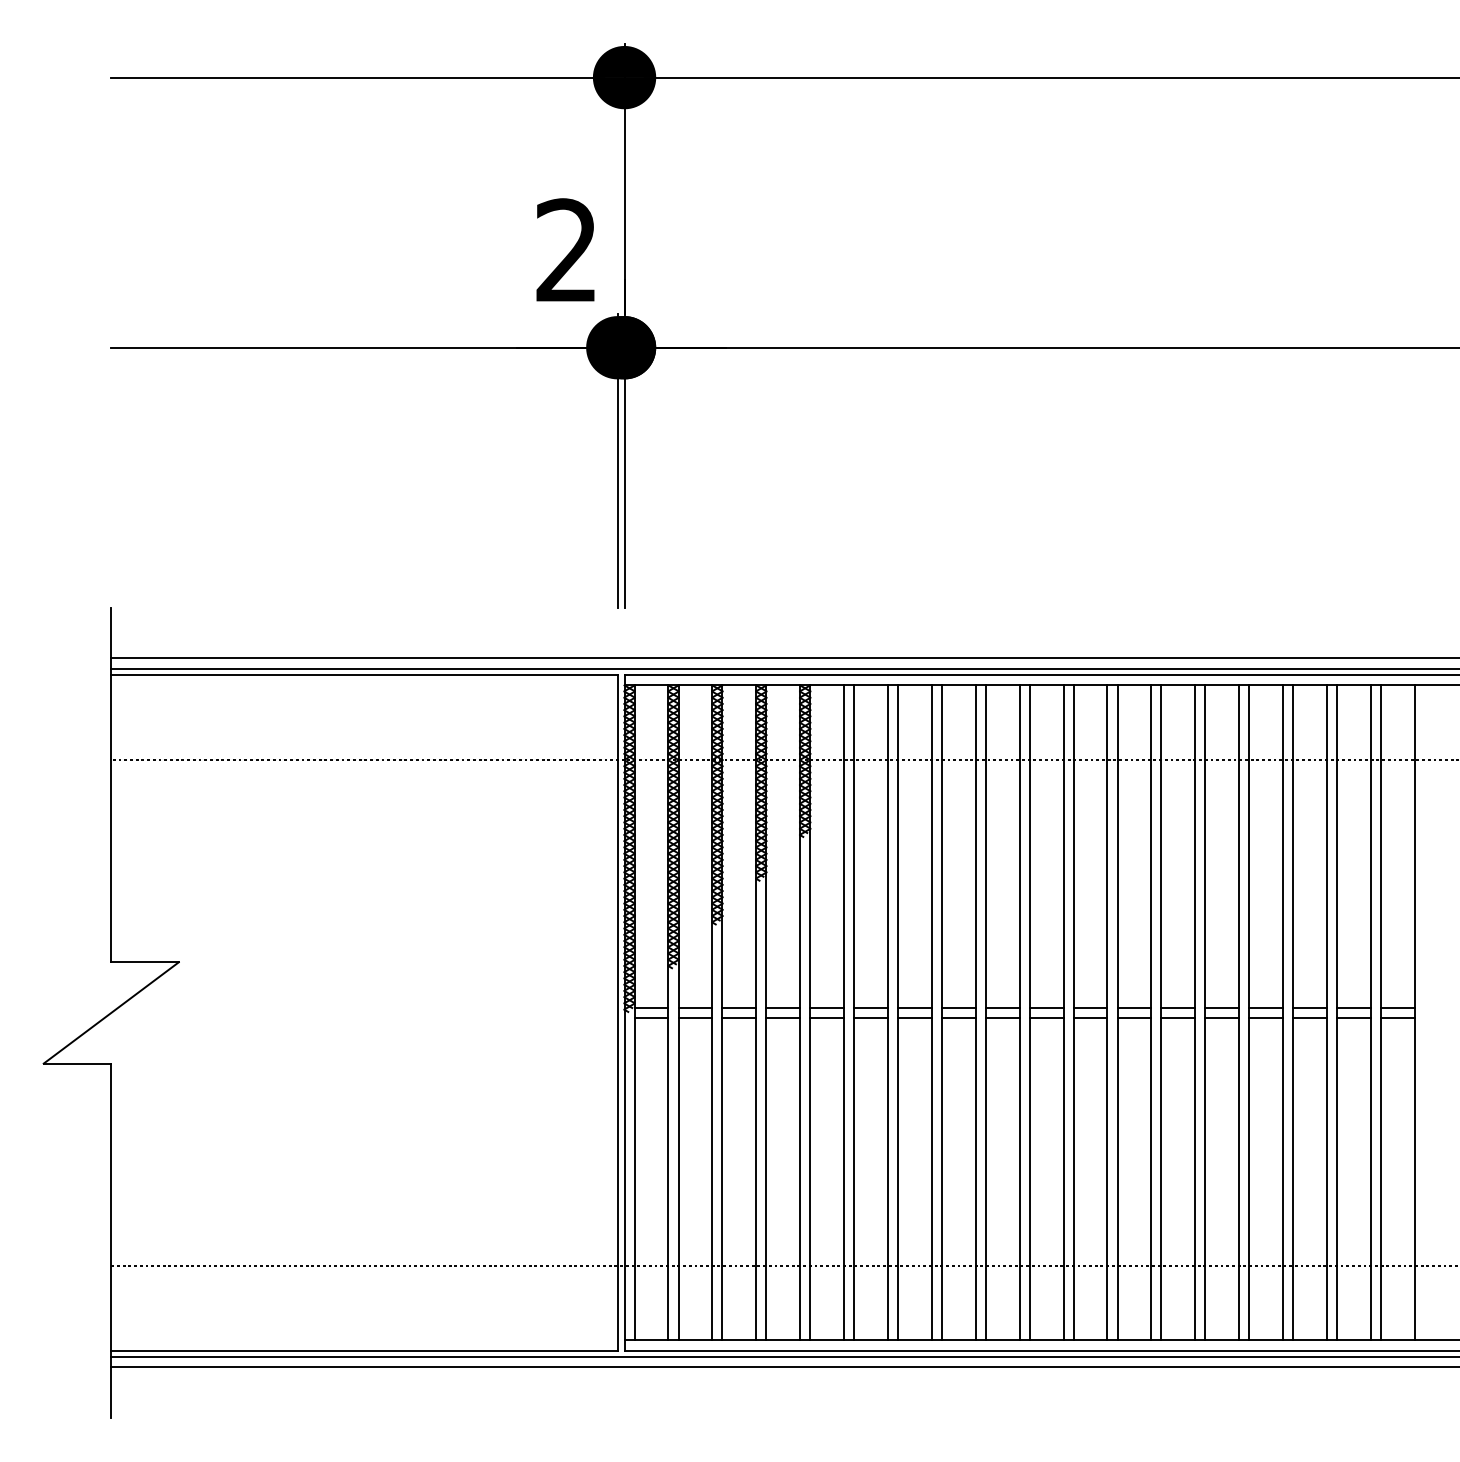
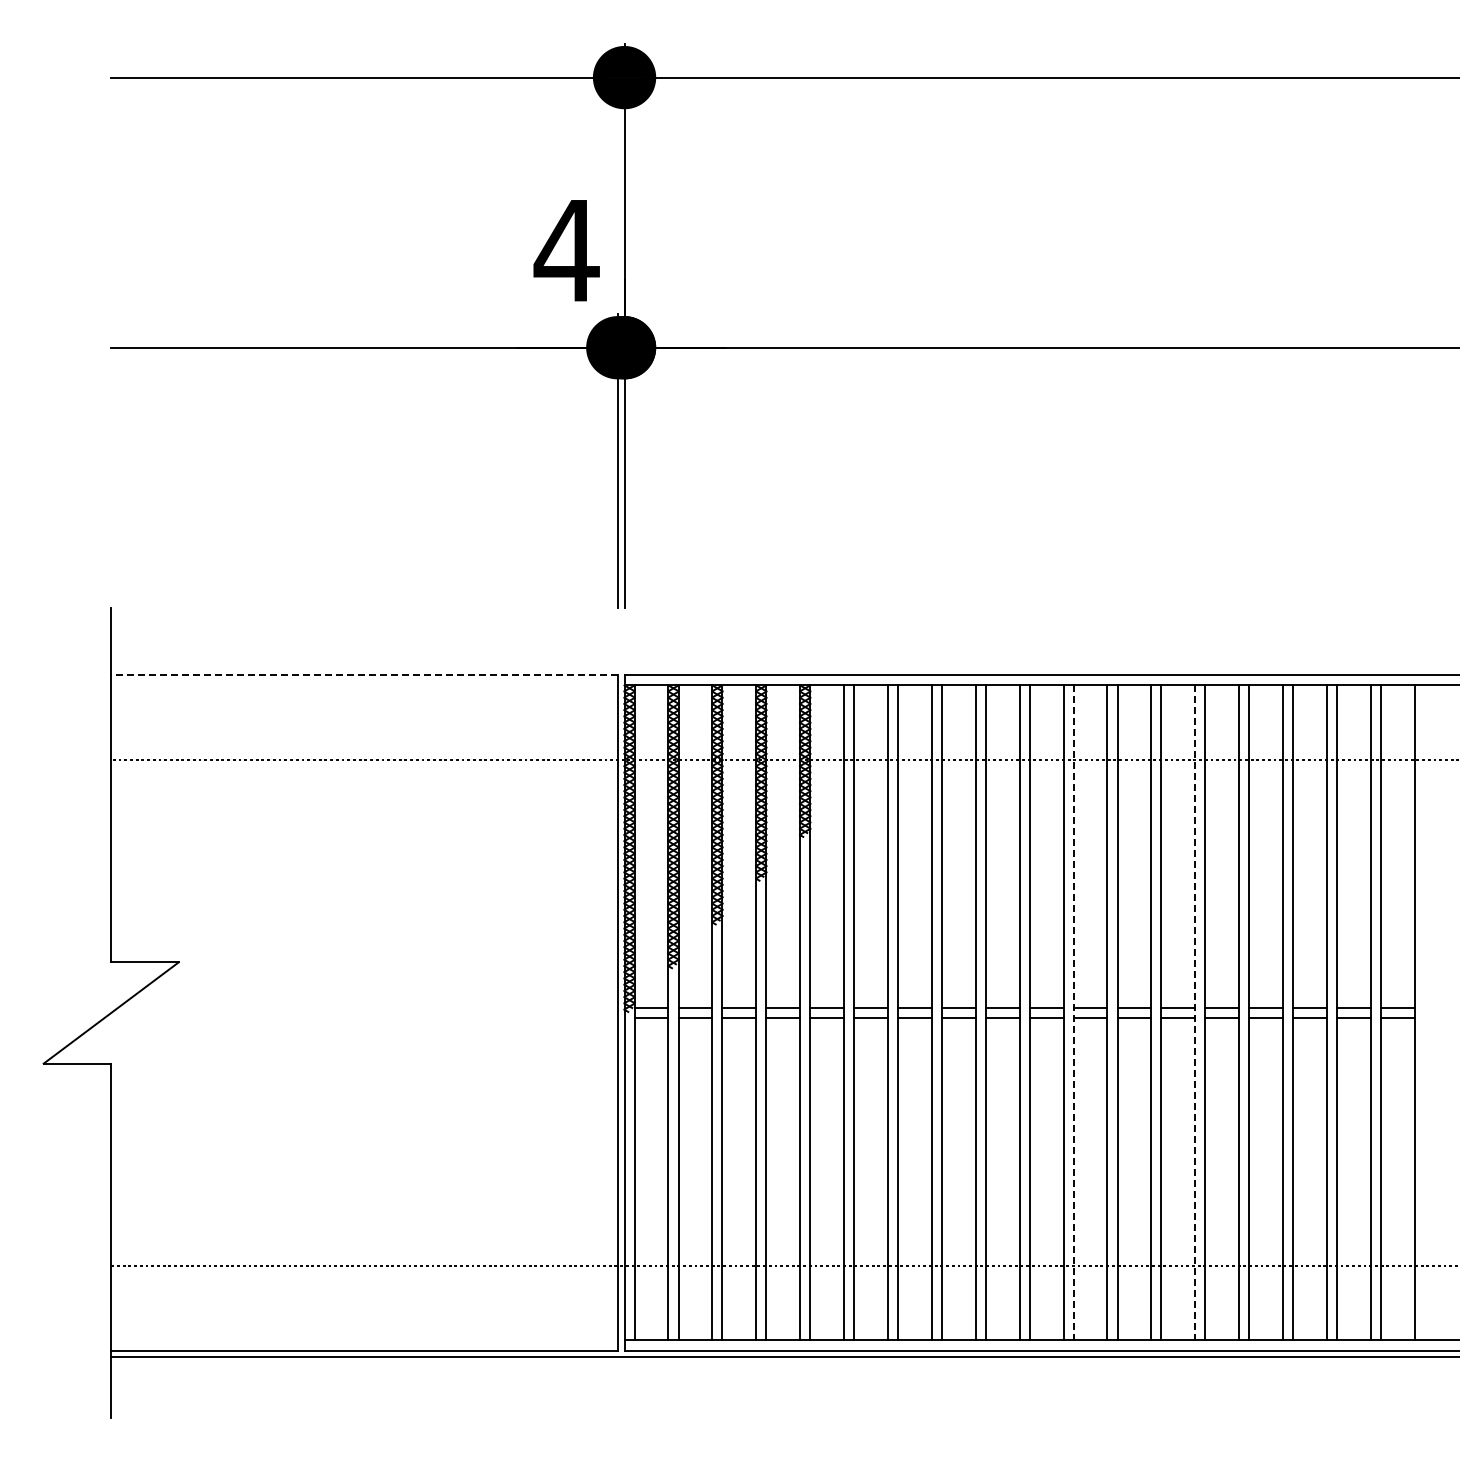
text at (566, 249): 2 -> 4
line at (783, 658): present -> none
line at (783, 668): present -> none
line at (364, 675): solid -> dashed
line at (1073, 1012): solid -> dashed
line at (1195, 1012): solid -> dashed
line at (783, 1367): present -> none
